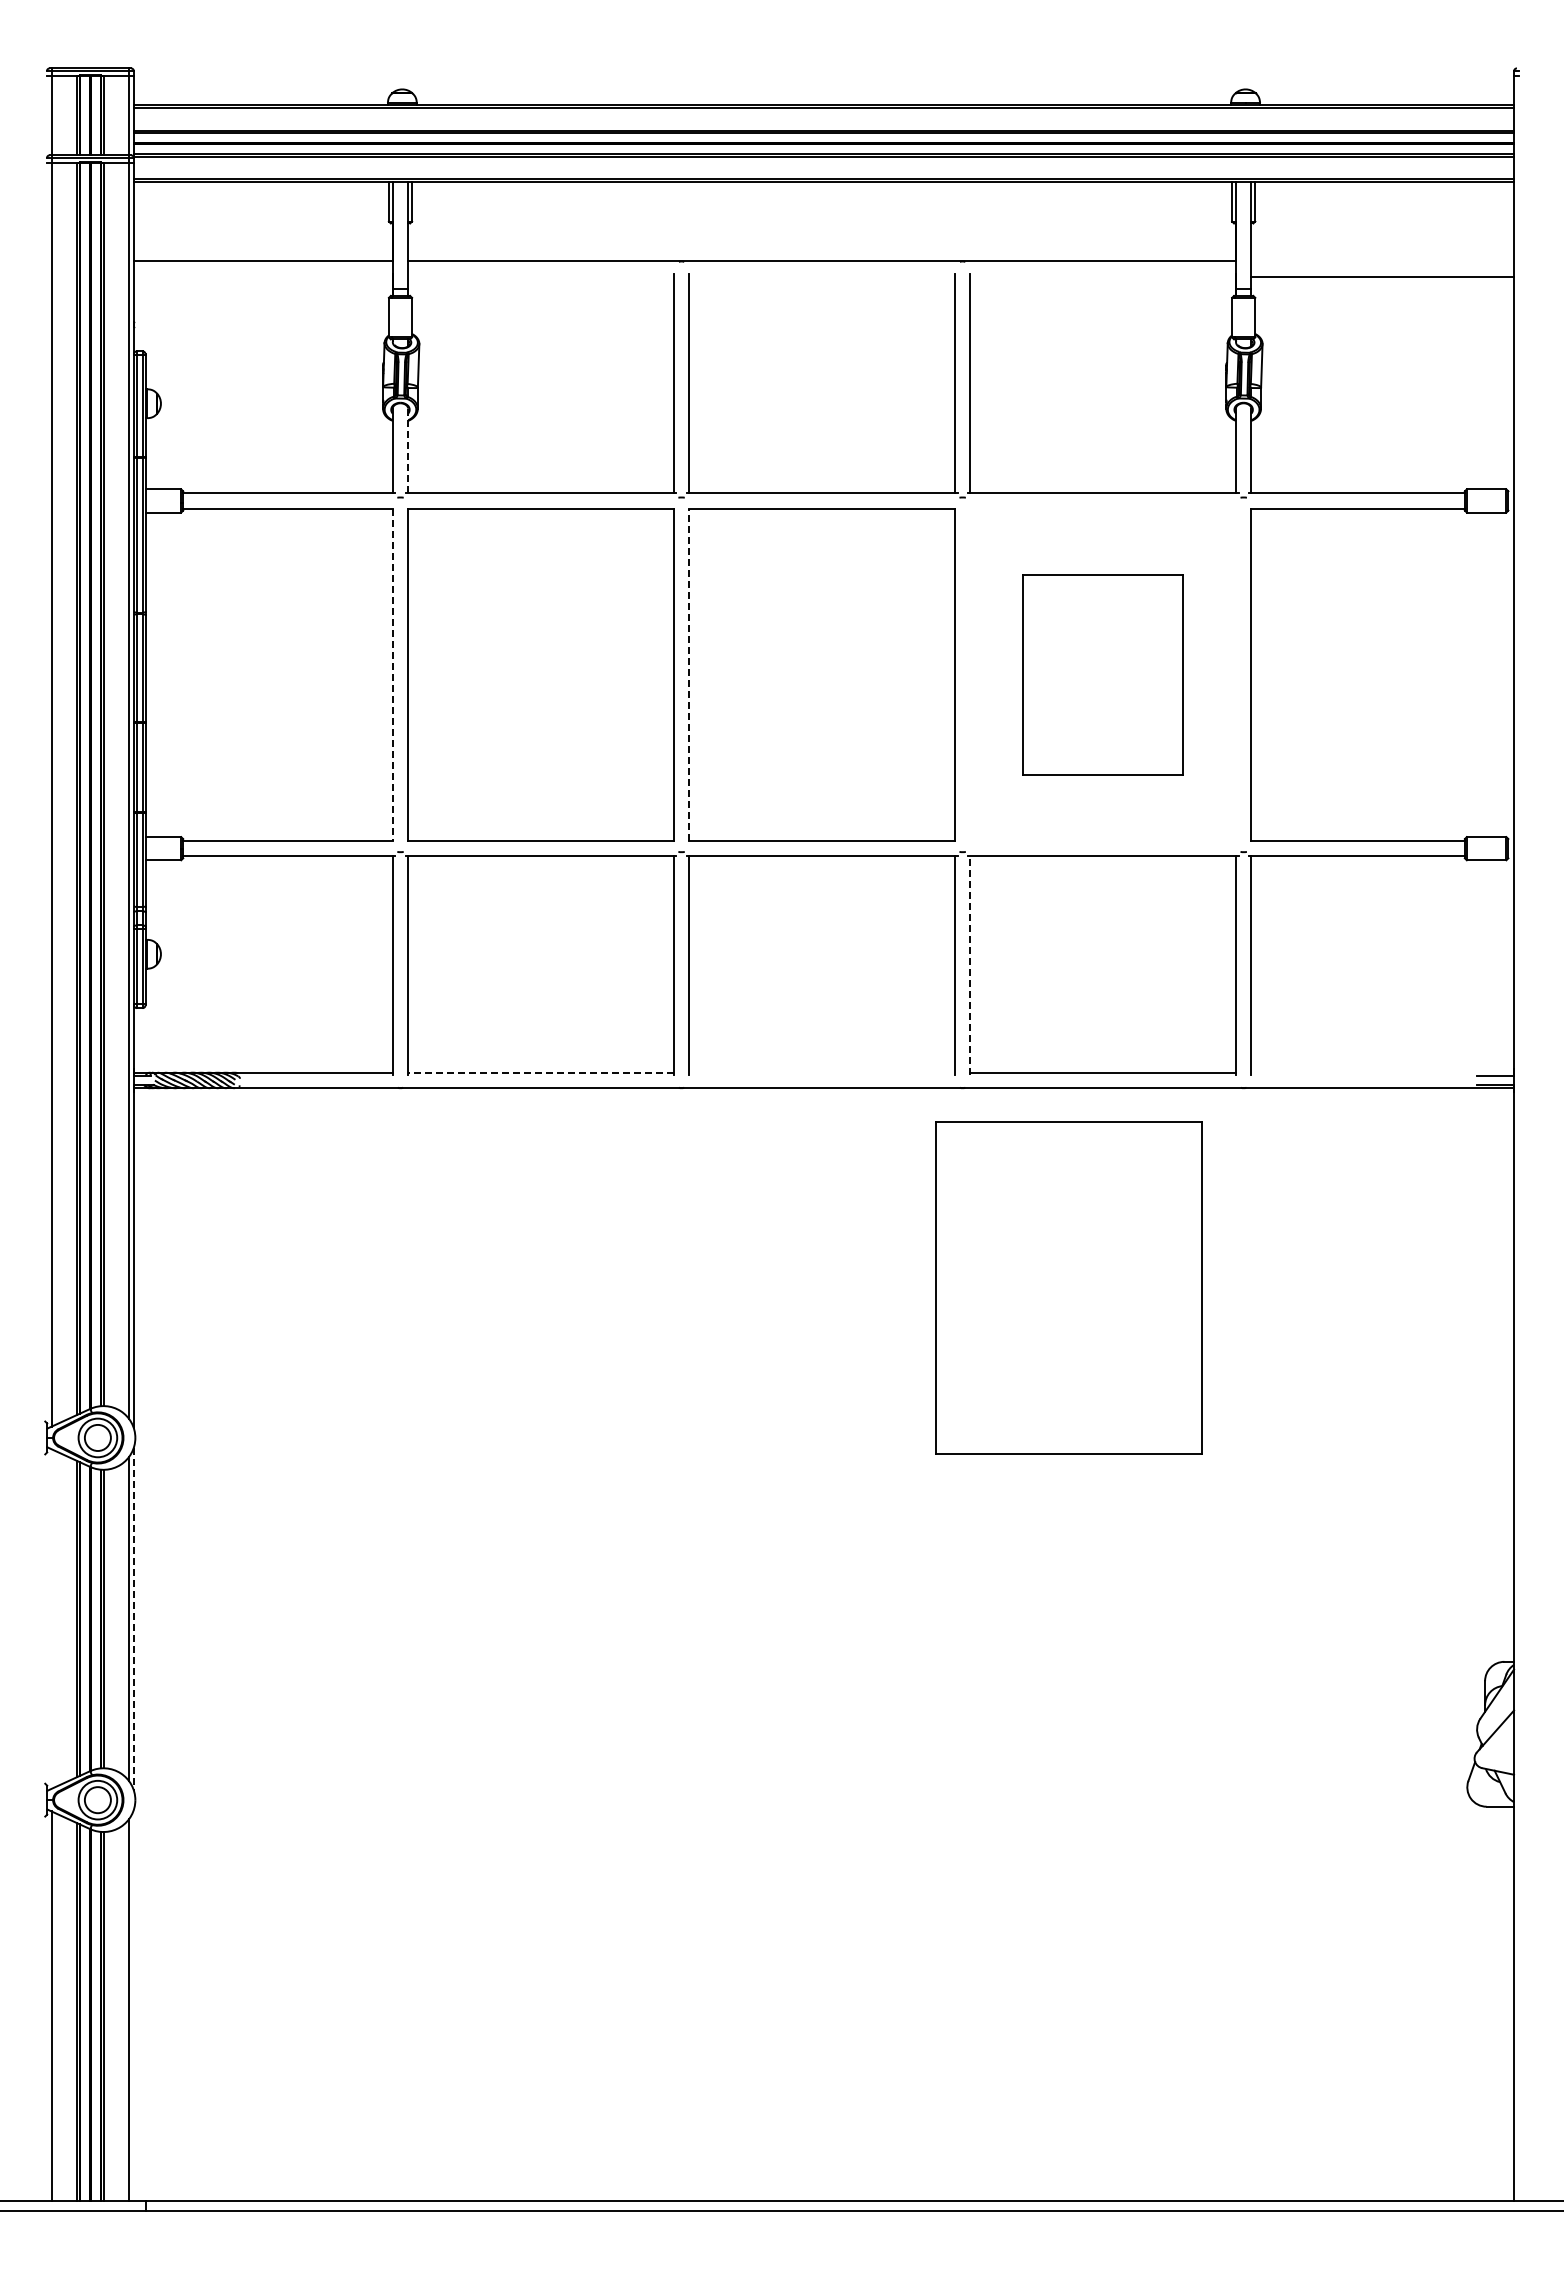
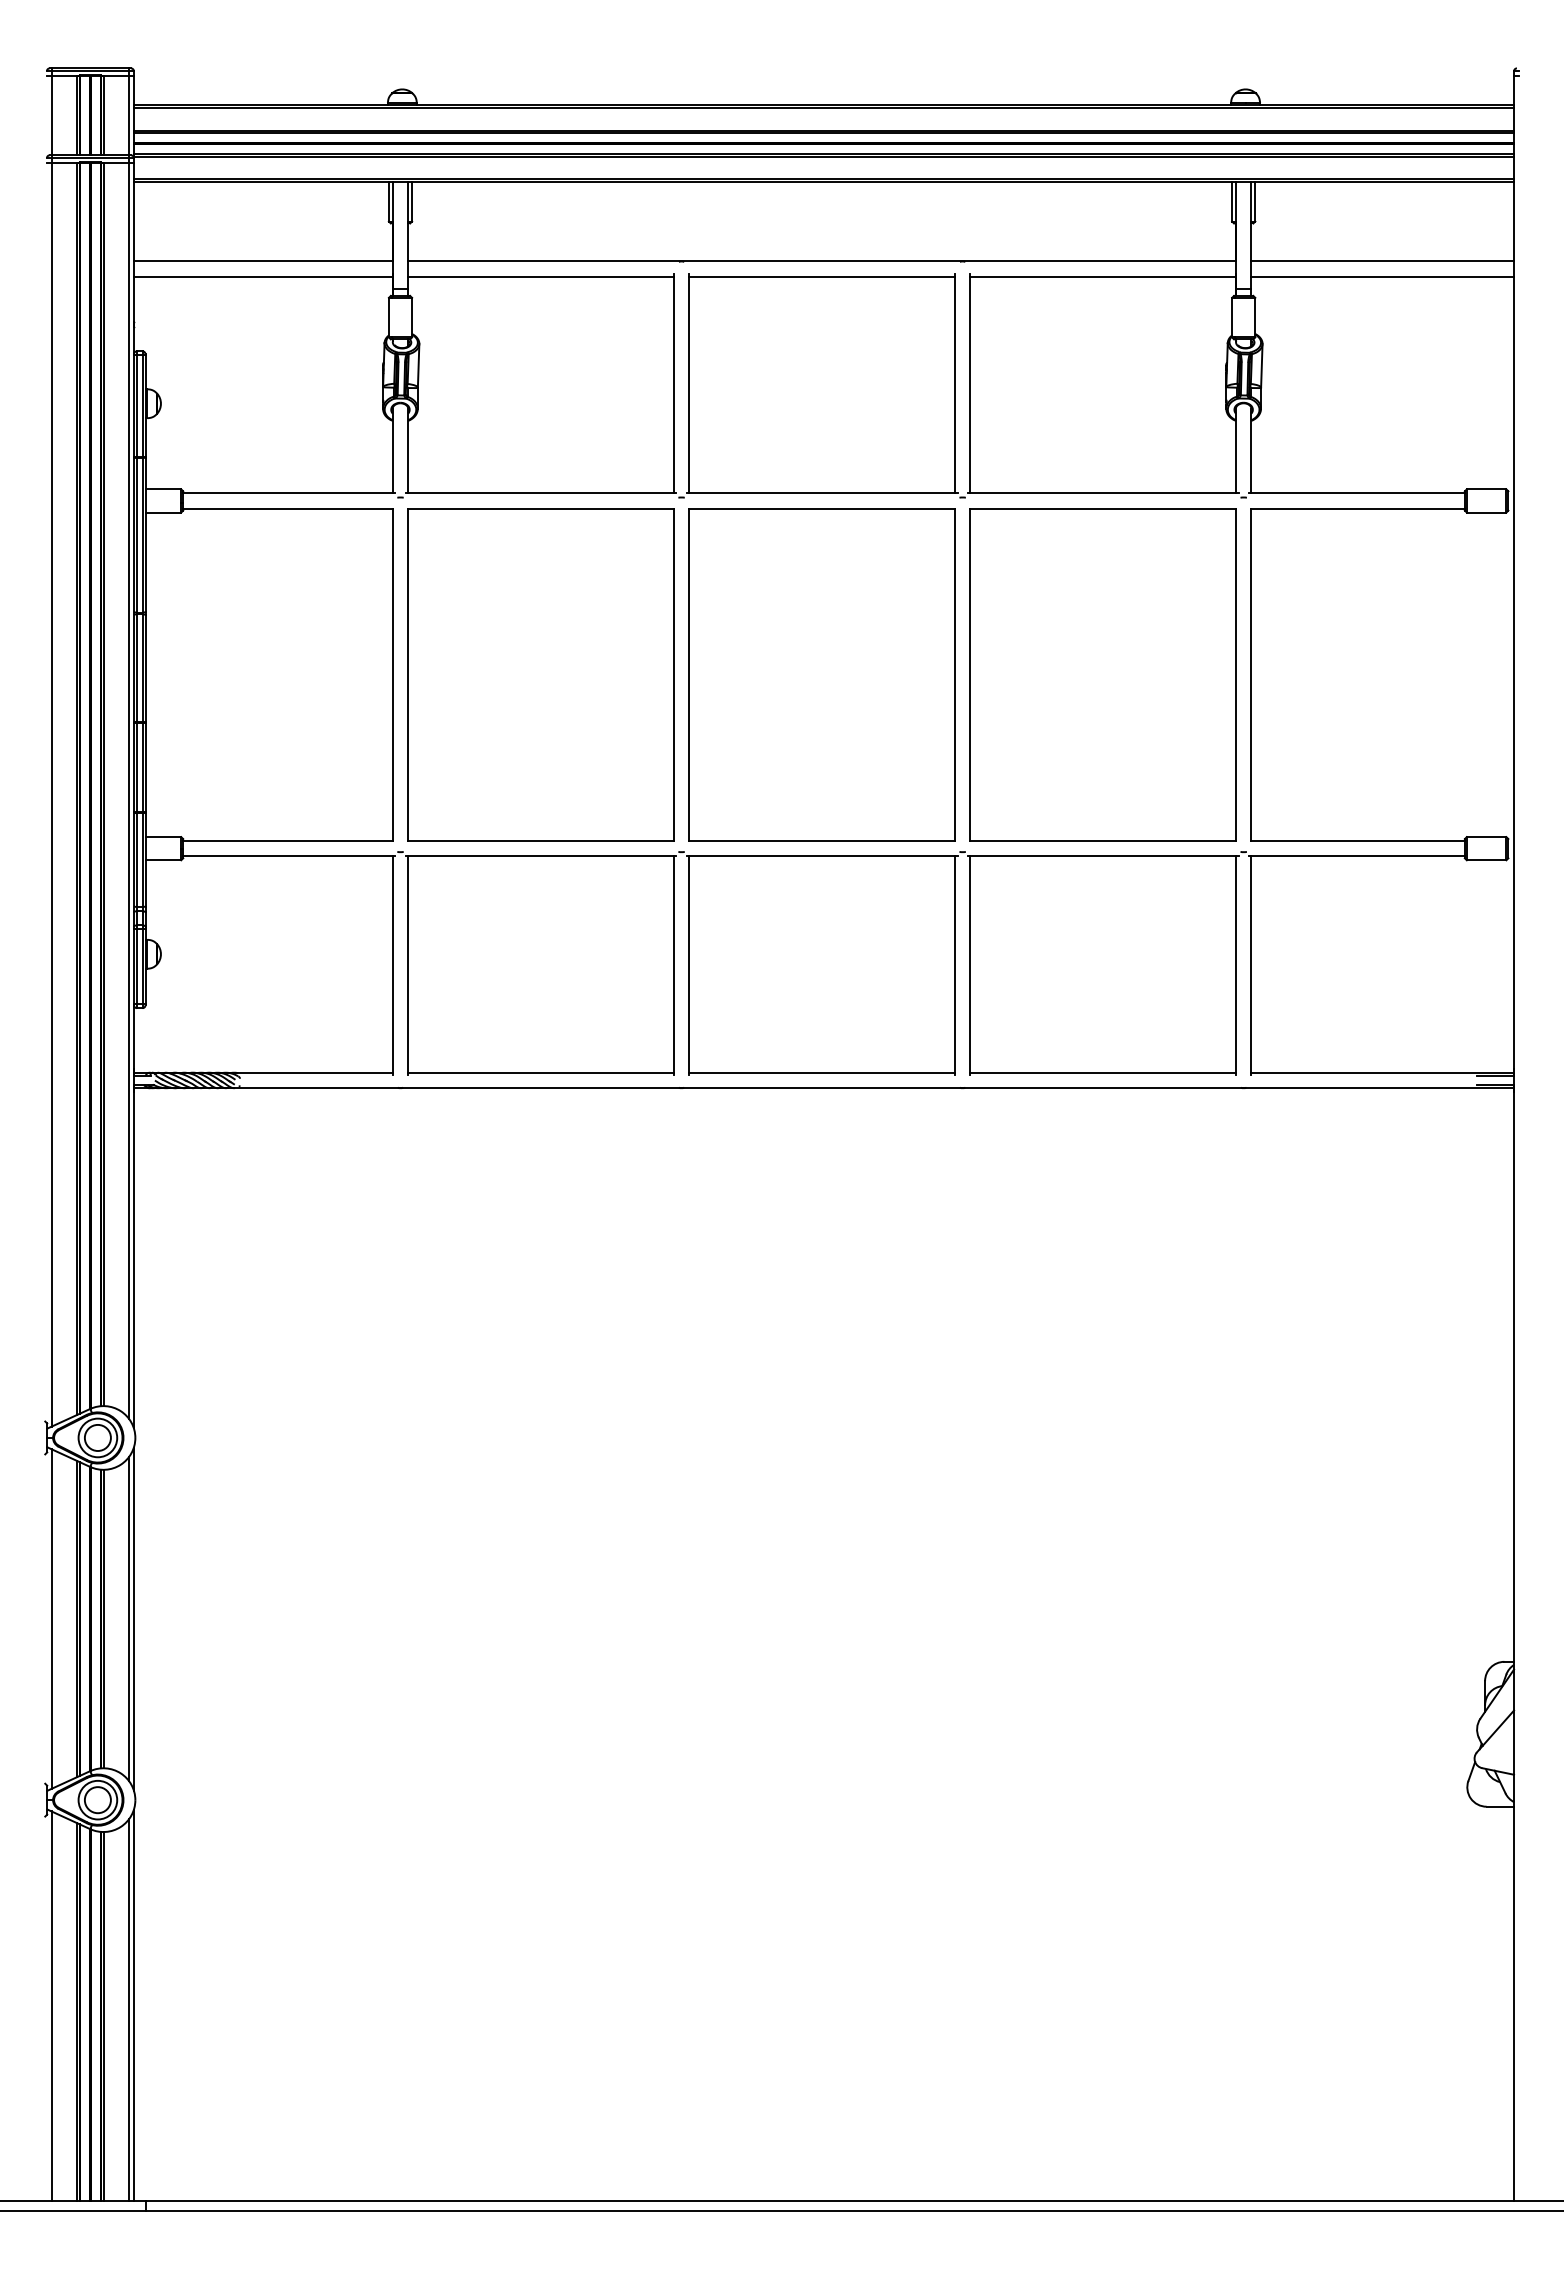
line at (1382, 261): none -> present
line at (262, 276): none -> present
line at (540, 276): none -> present
line at (821, 276): none -> present
line at (1102, 276): none -> present
line at (408, 450): dashed -> solid
line at (689, 674): dashed -> solid
part at (1102, 674) size: 162x202 px -> 268x334 px
line at (392, 675): dashed -> solid
line at (970, 965): dashed -> solid
line at (541, 1072): dashed -> solid
line at (821, 1072): none -> present
line at (1382, 1072): none -> present
part at (1068, 1287): present -> none
line at (51, 1618): none -> present
line at (133, 1619): dashed -> solid
line at (133, 2004): none -> present
